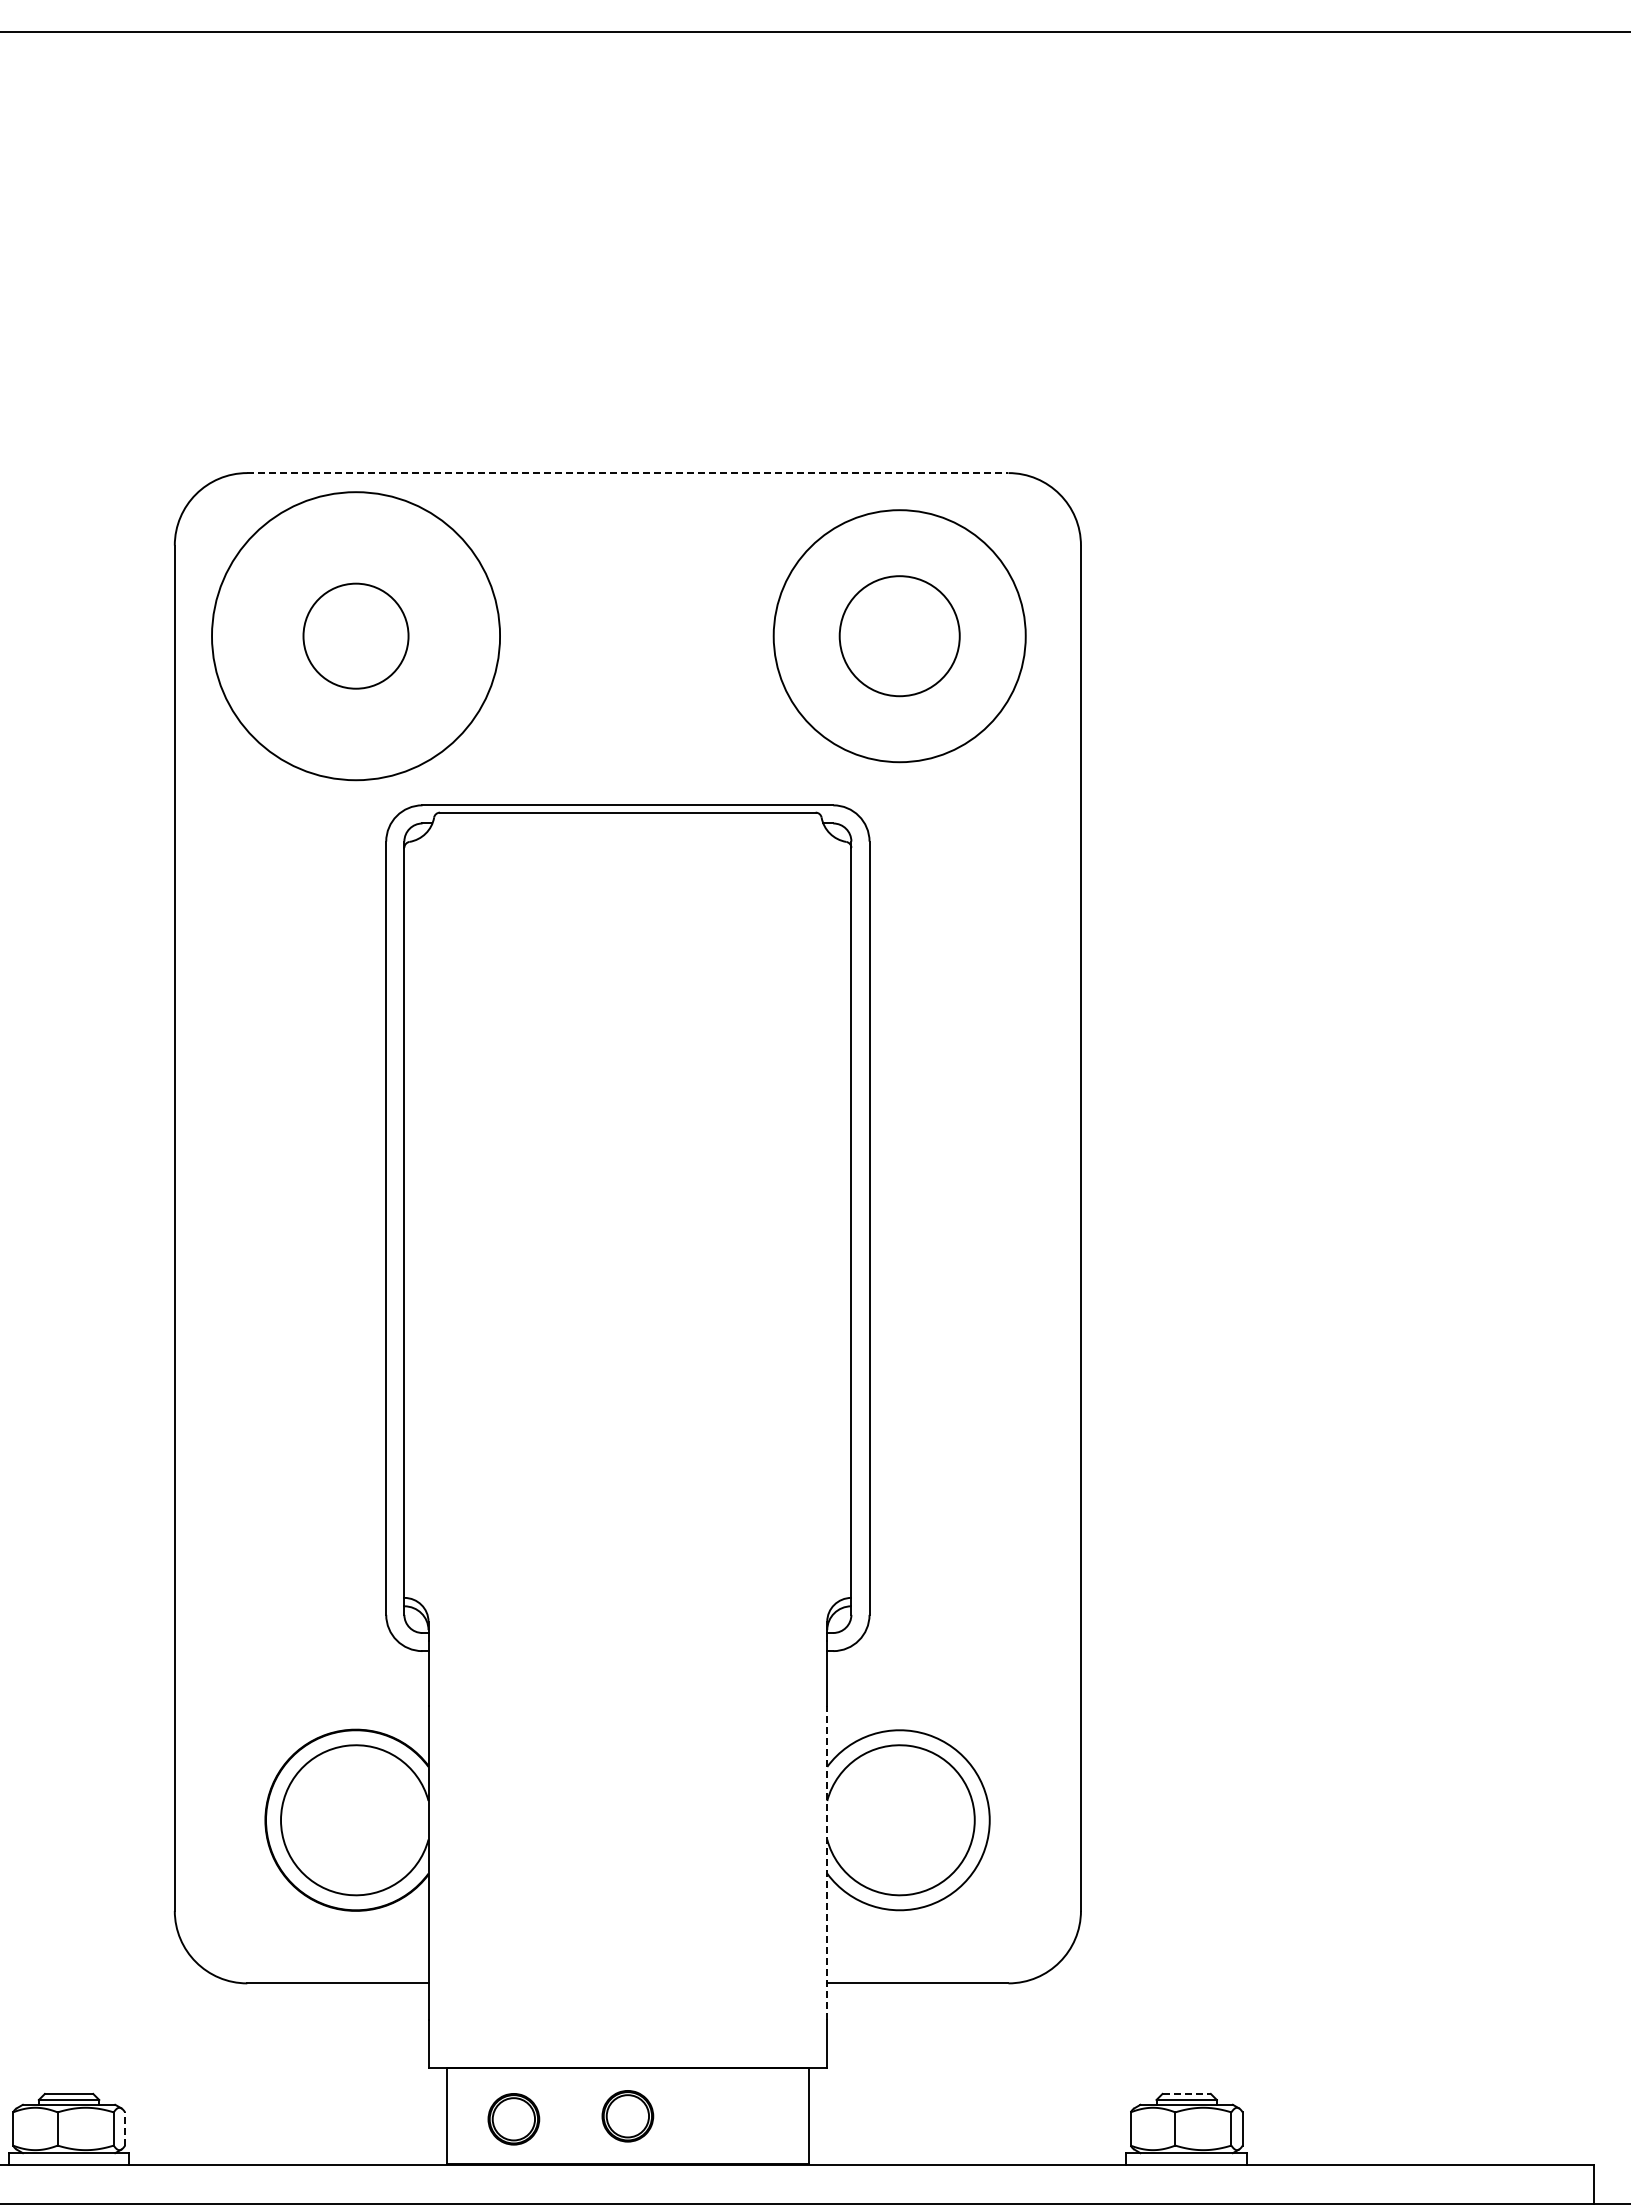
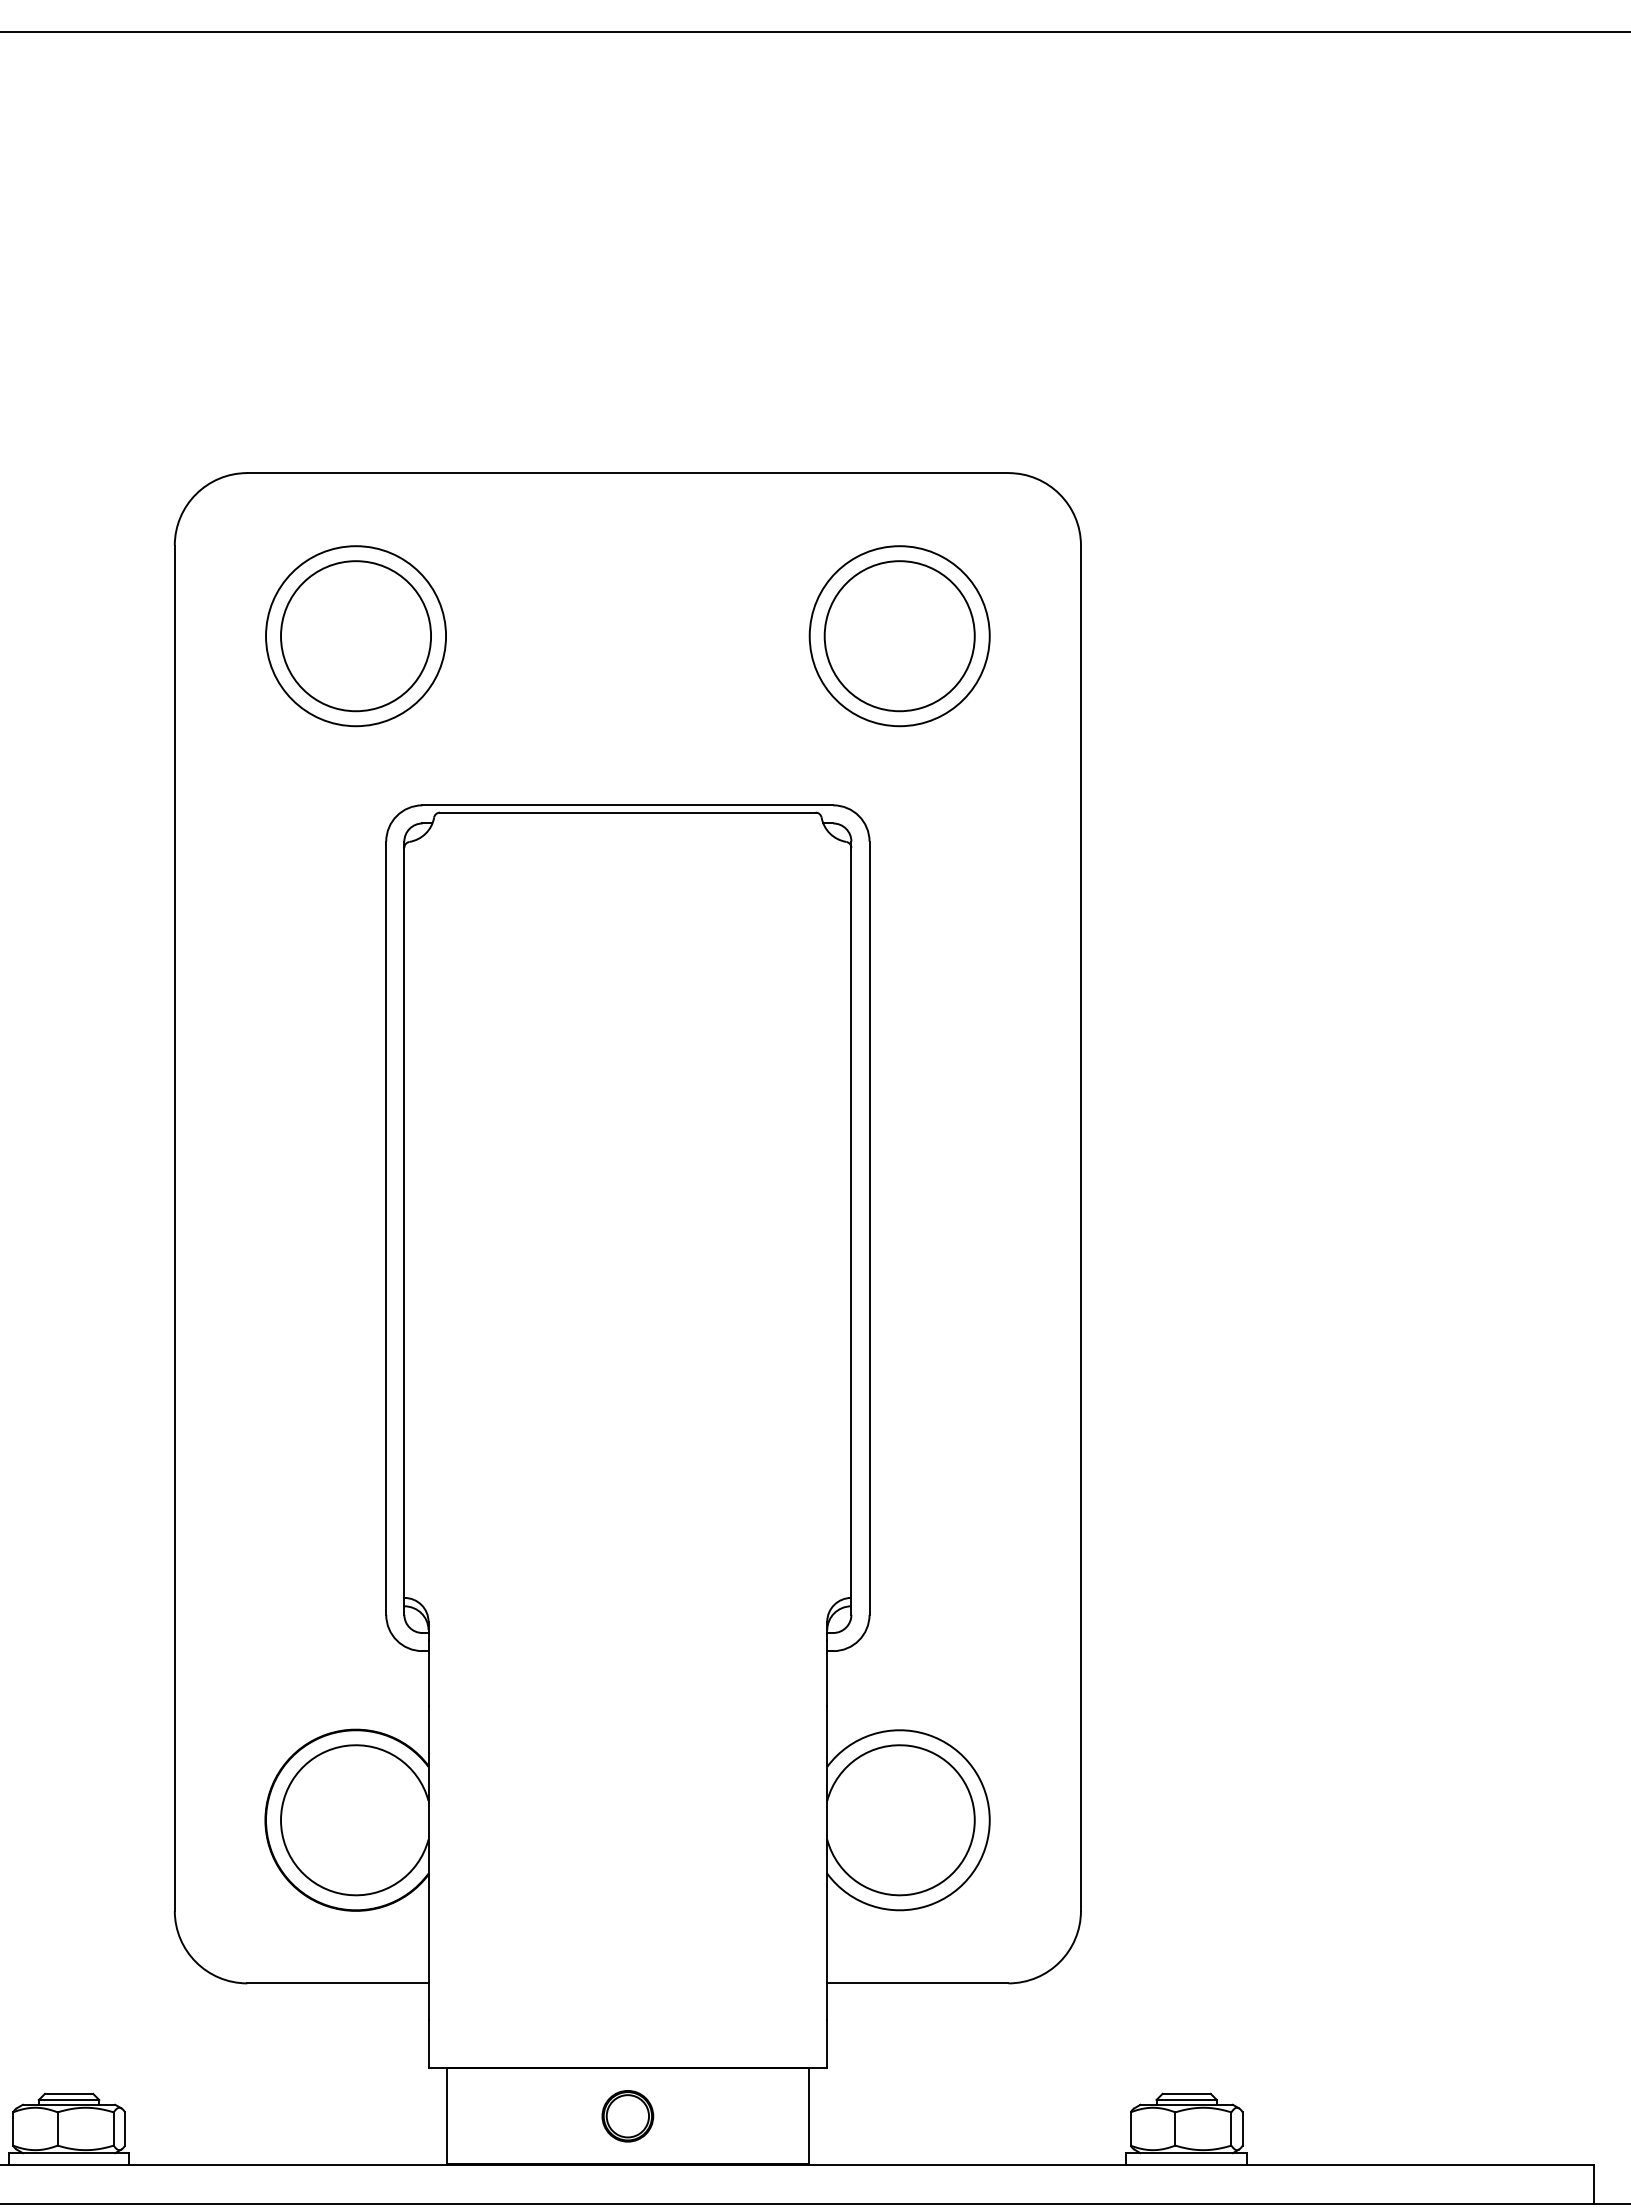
line at (627, 473): dashed -> solid
circle at (355, 635) diameter: 105 px -> 150 px
circle at (356, 636) diameter: 288 px -> 180 px
circle at (899, 636) diameter: 120 px -> 150 px
circle at (899, 636) diameter: 252 px -> 180 px
line at (827, 1862): dashed -> solid
line at (1187, 2093): dashed -> solid
part at (513, 2119): present -> none
line at (125, 2128): dashed -> solid
